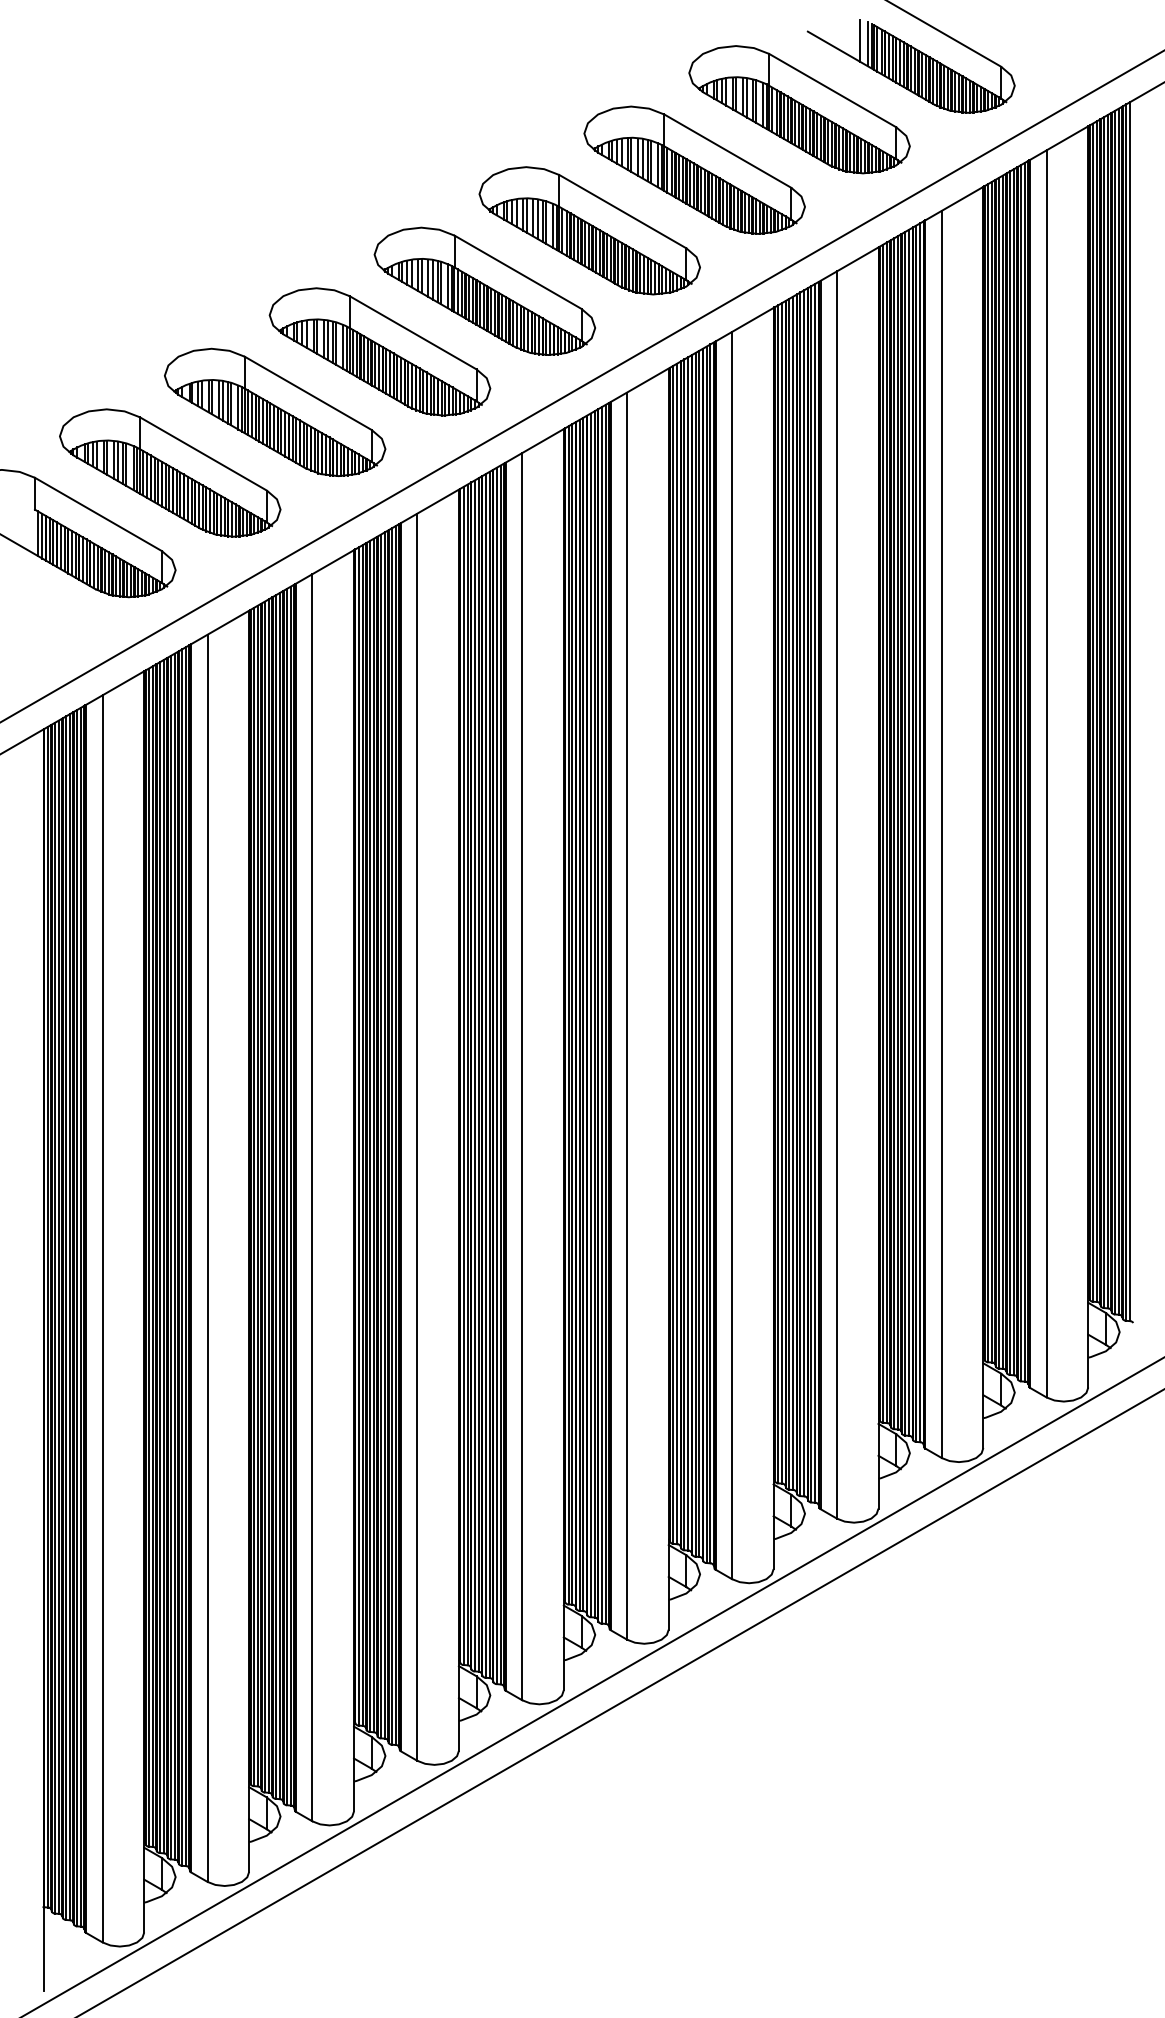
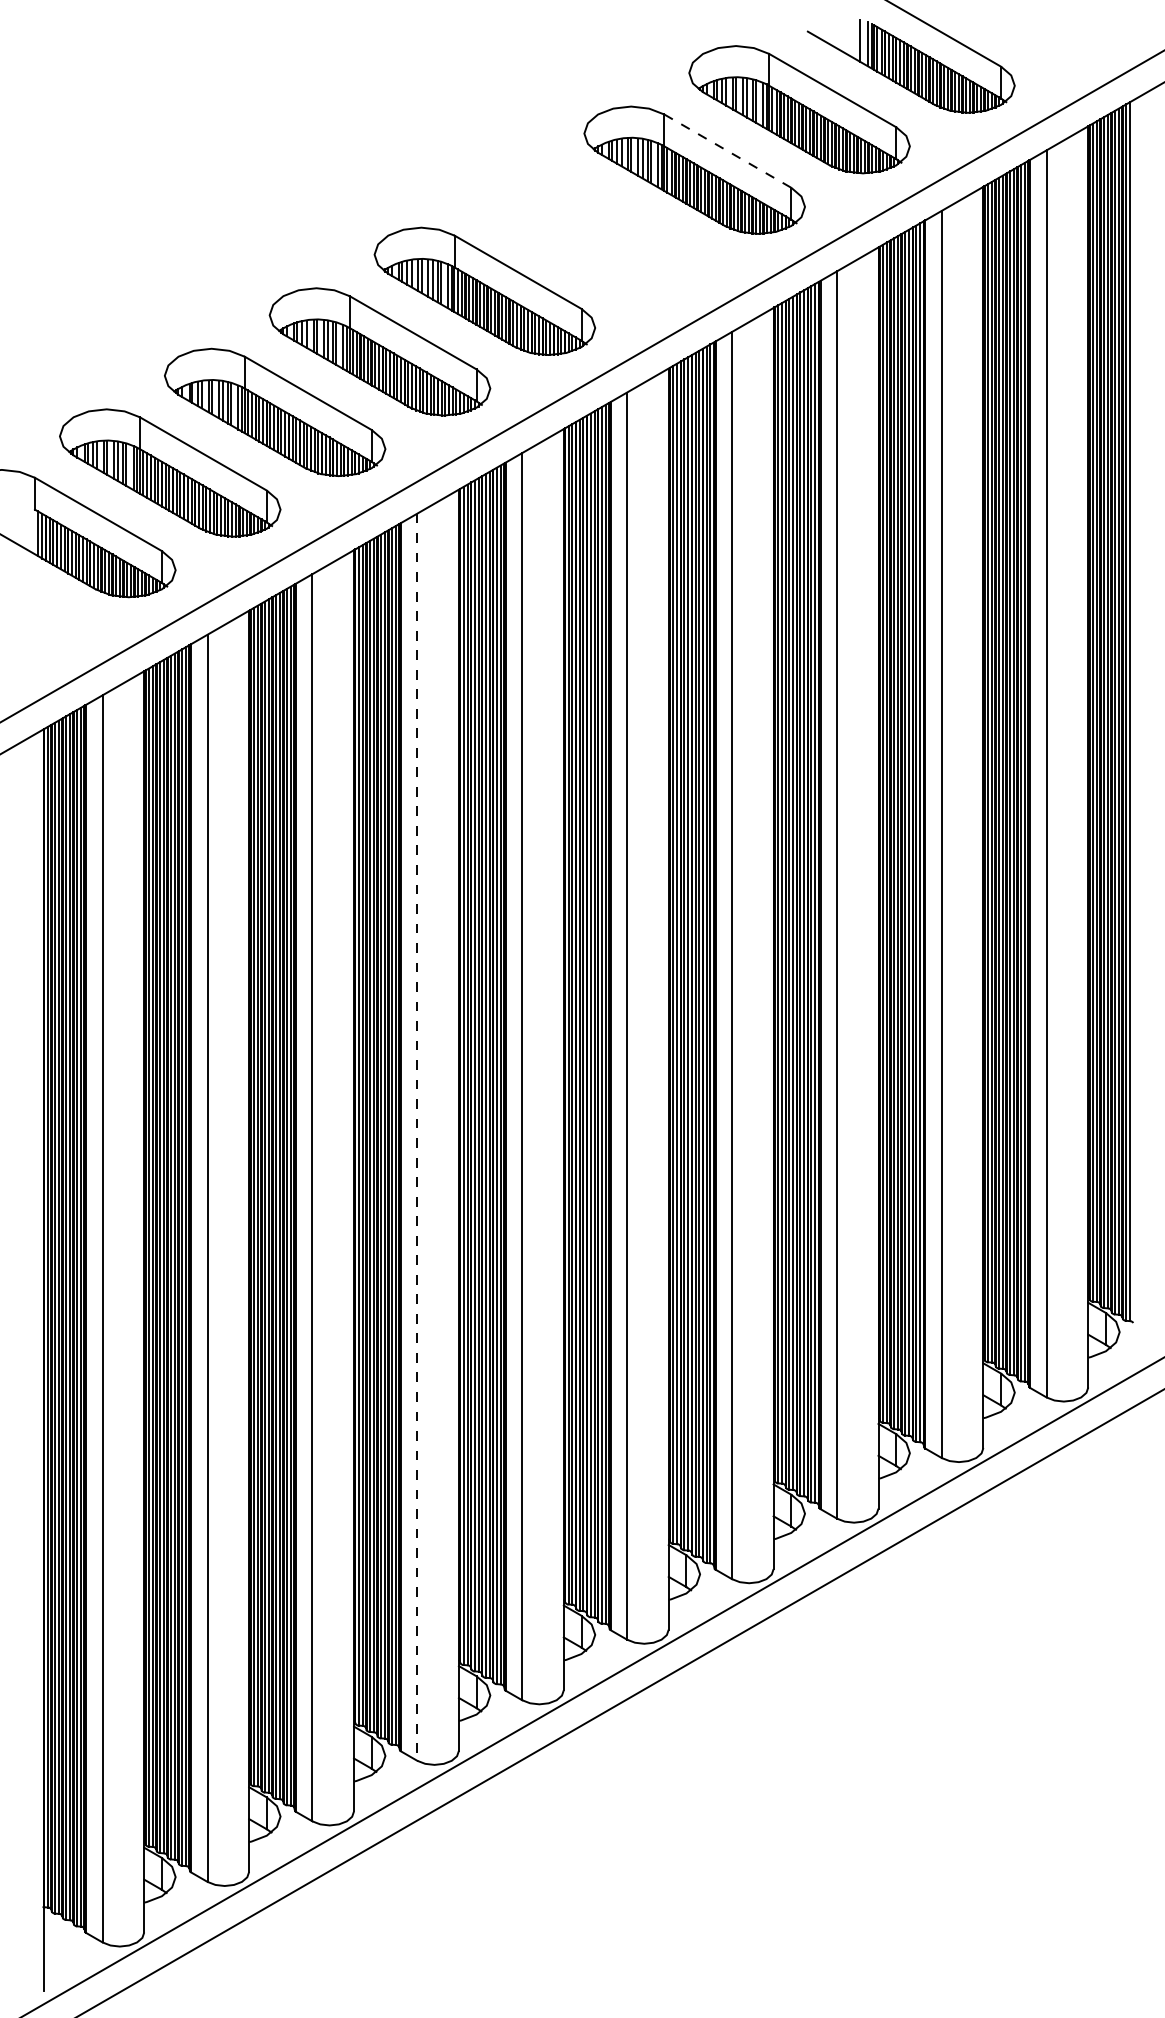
line at (728, 151): solid -> dashed
part at (589, 230): present -> none
line at (417, 1137): solid -> dashed
